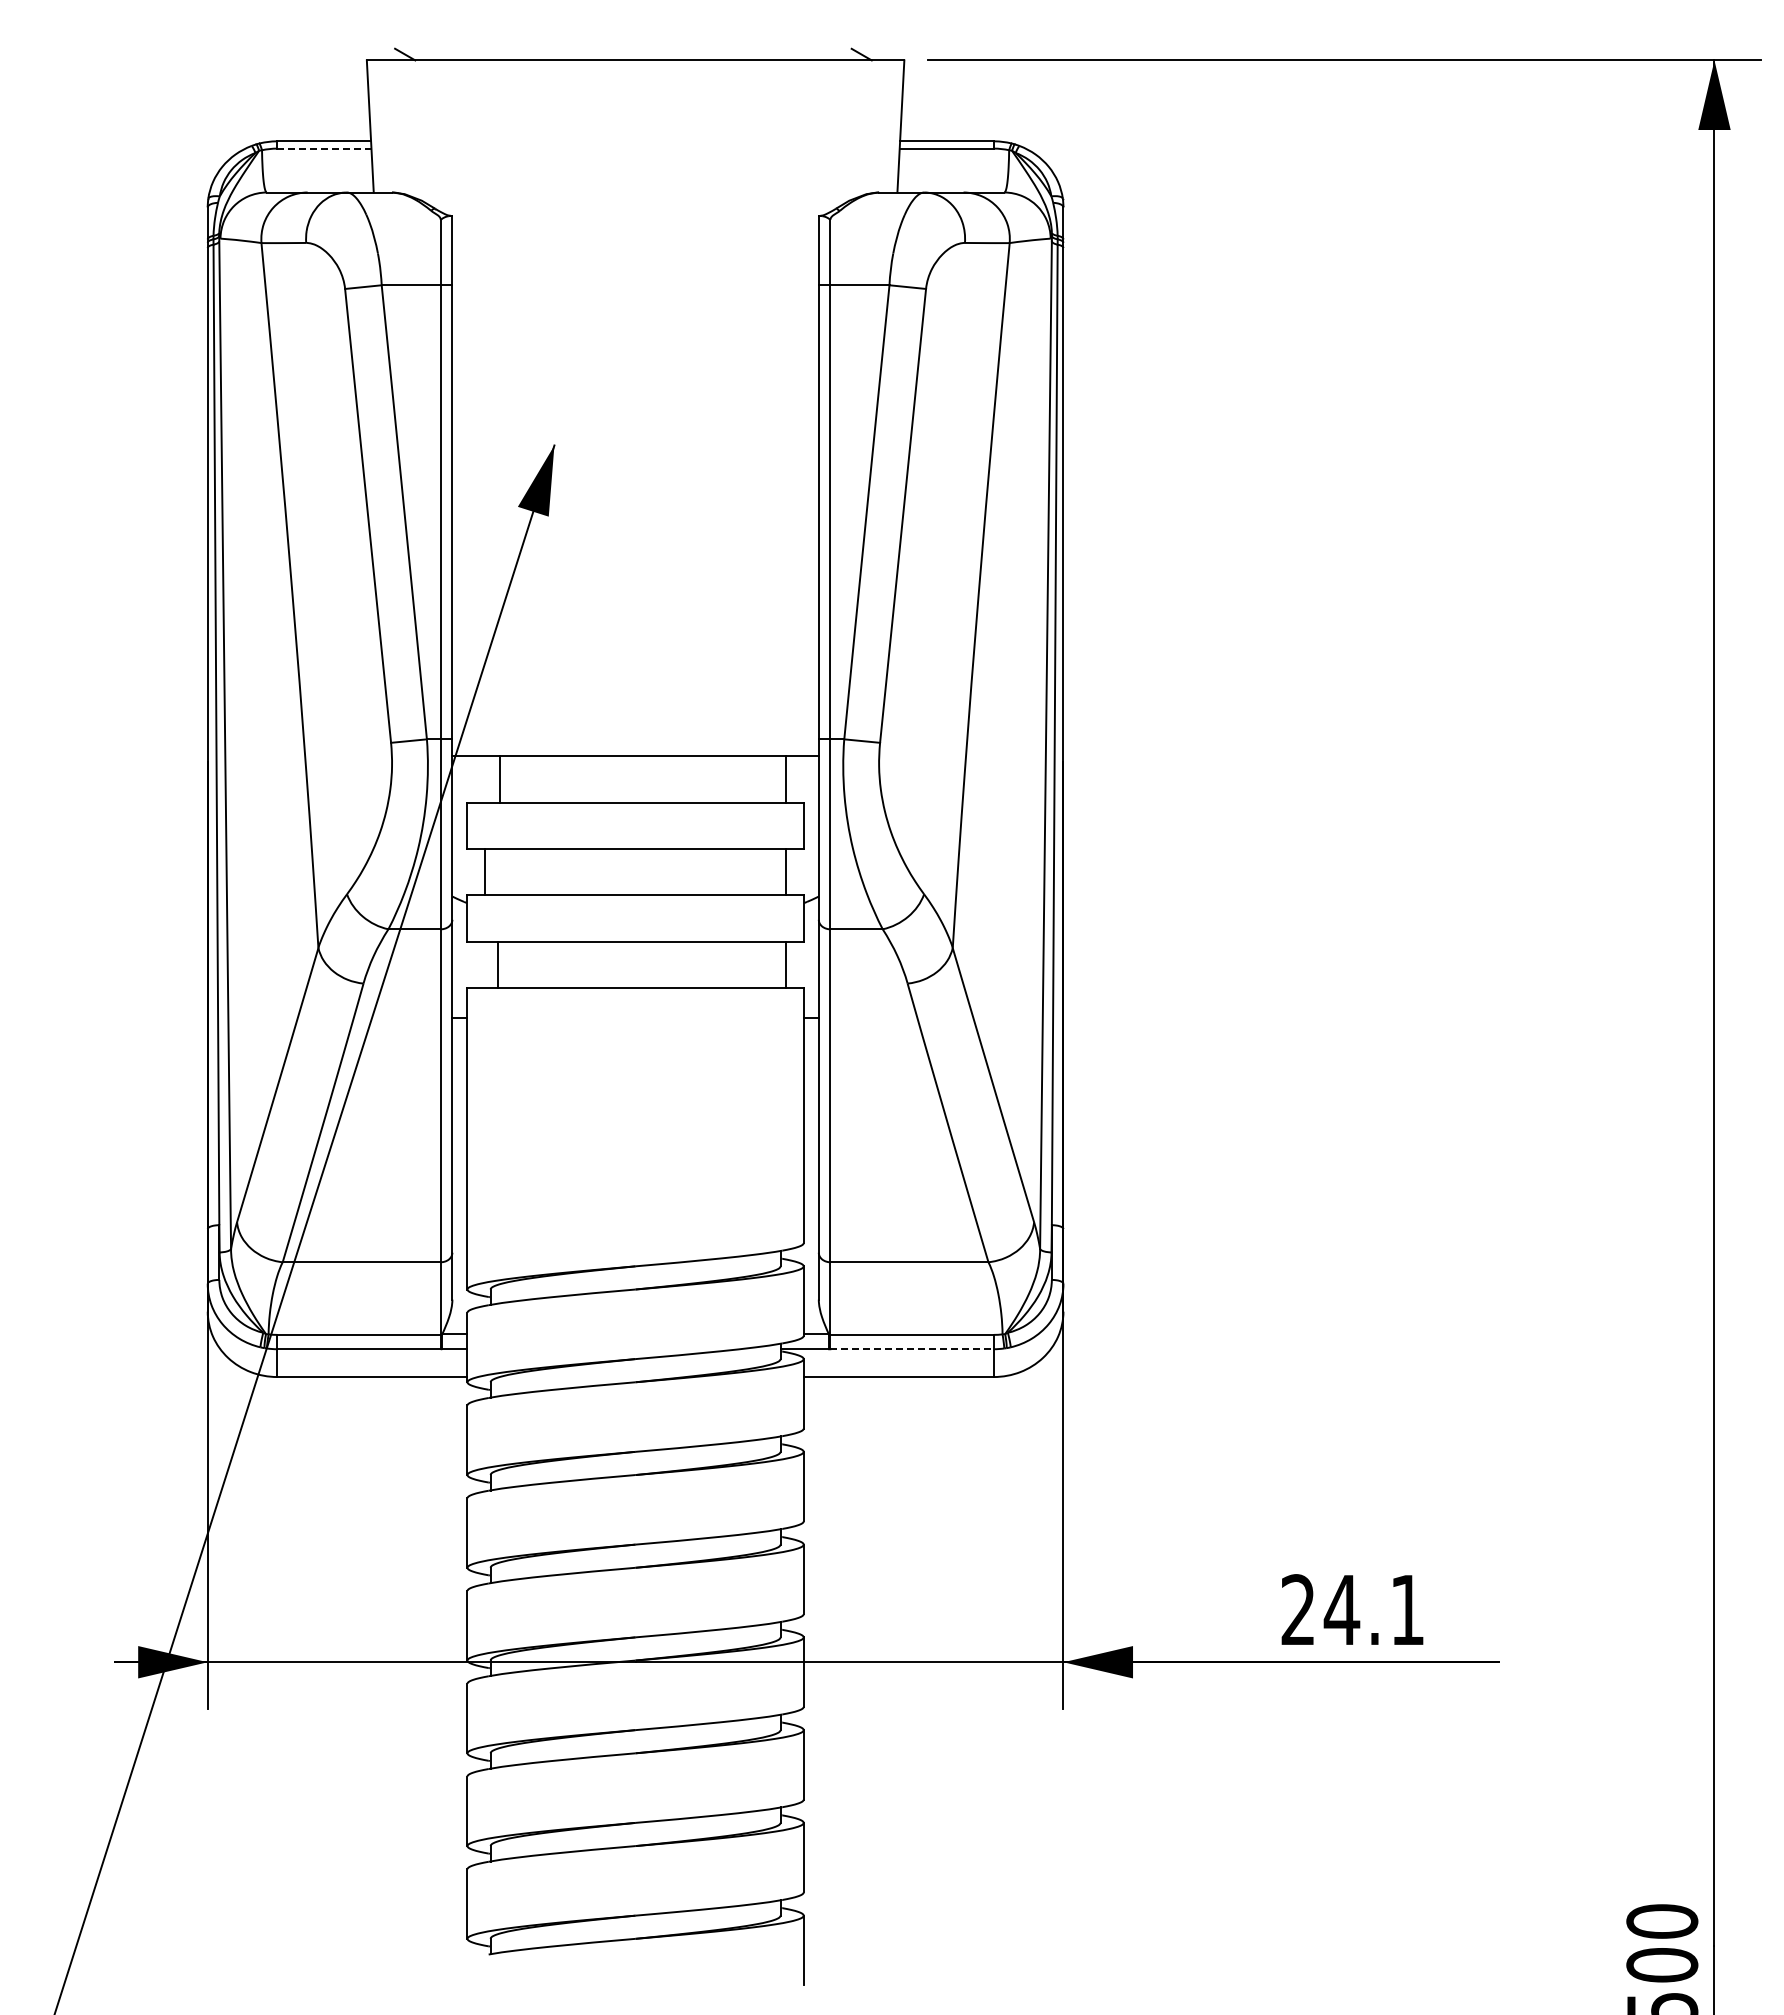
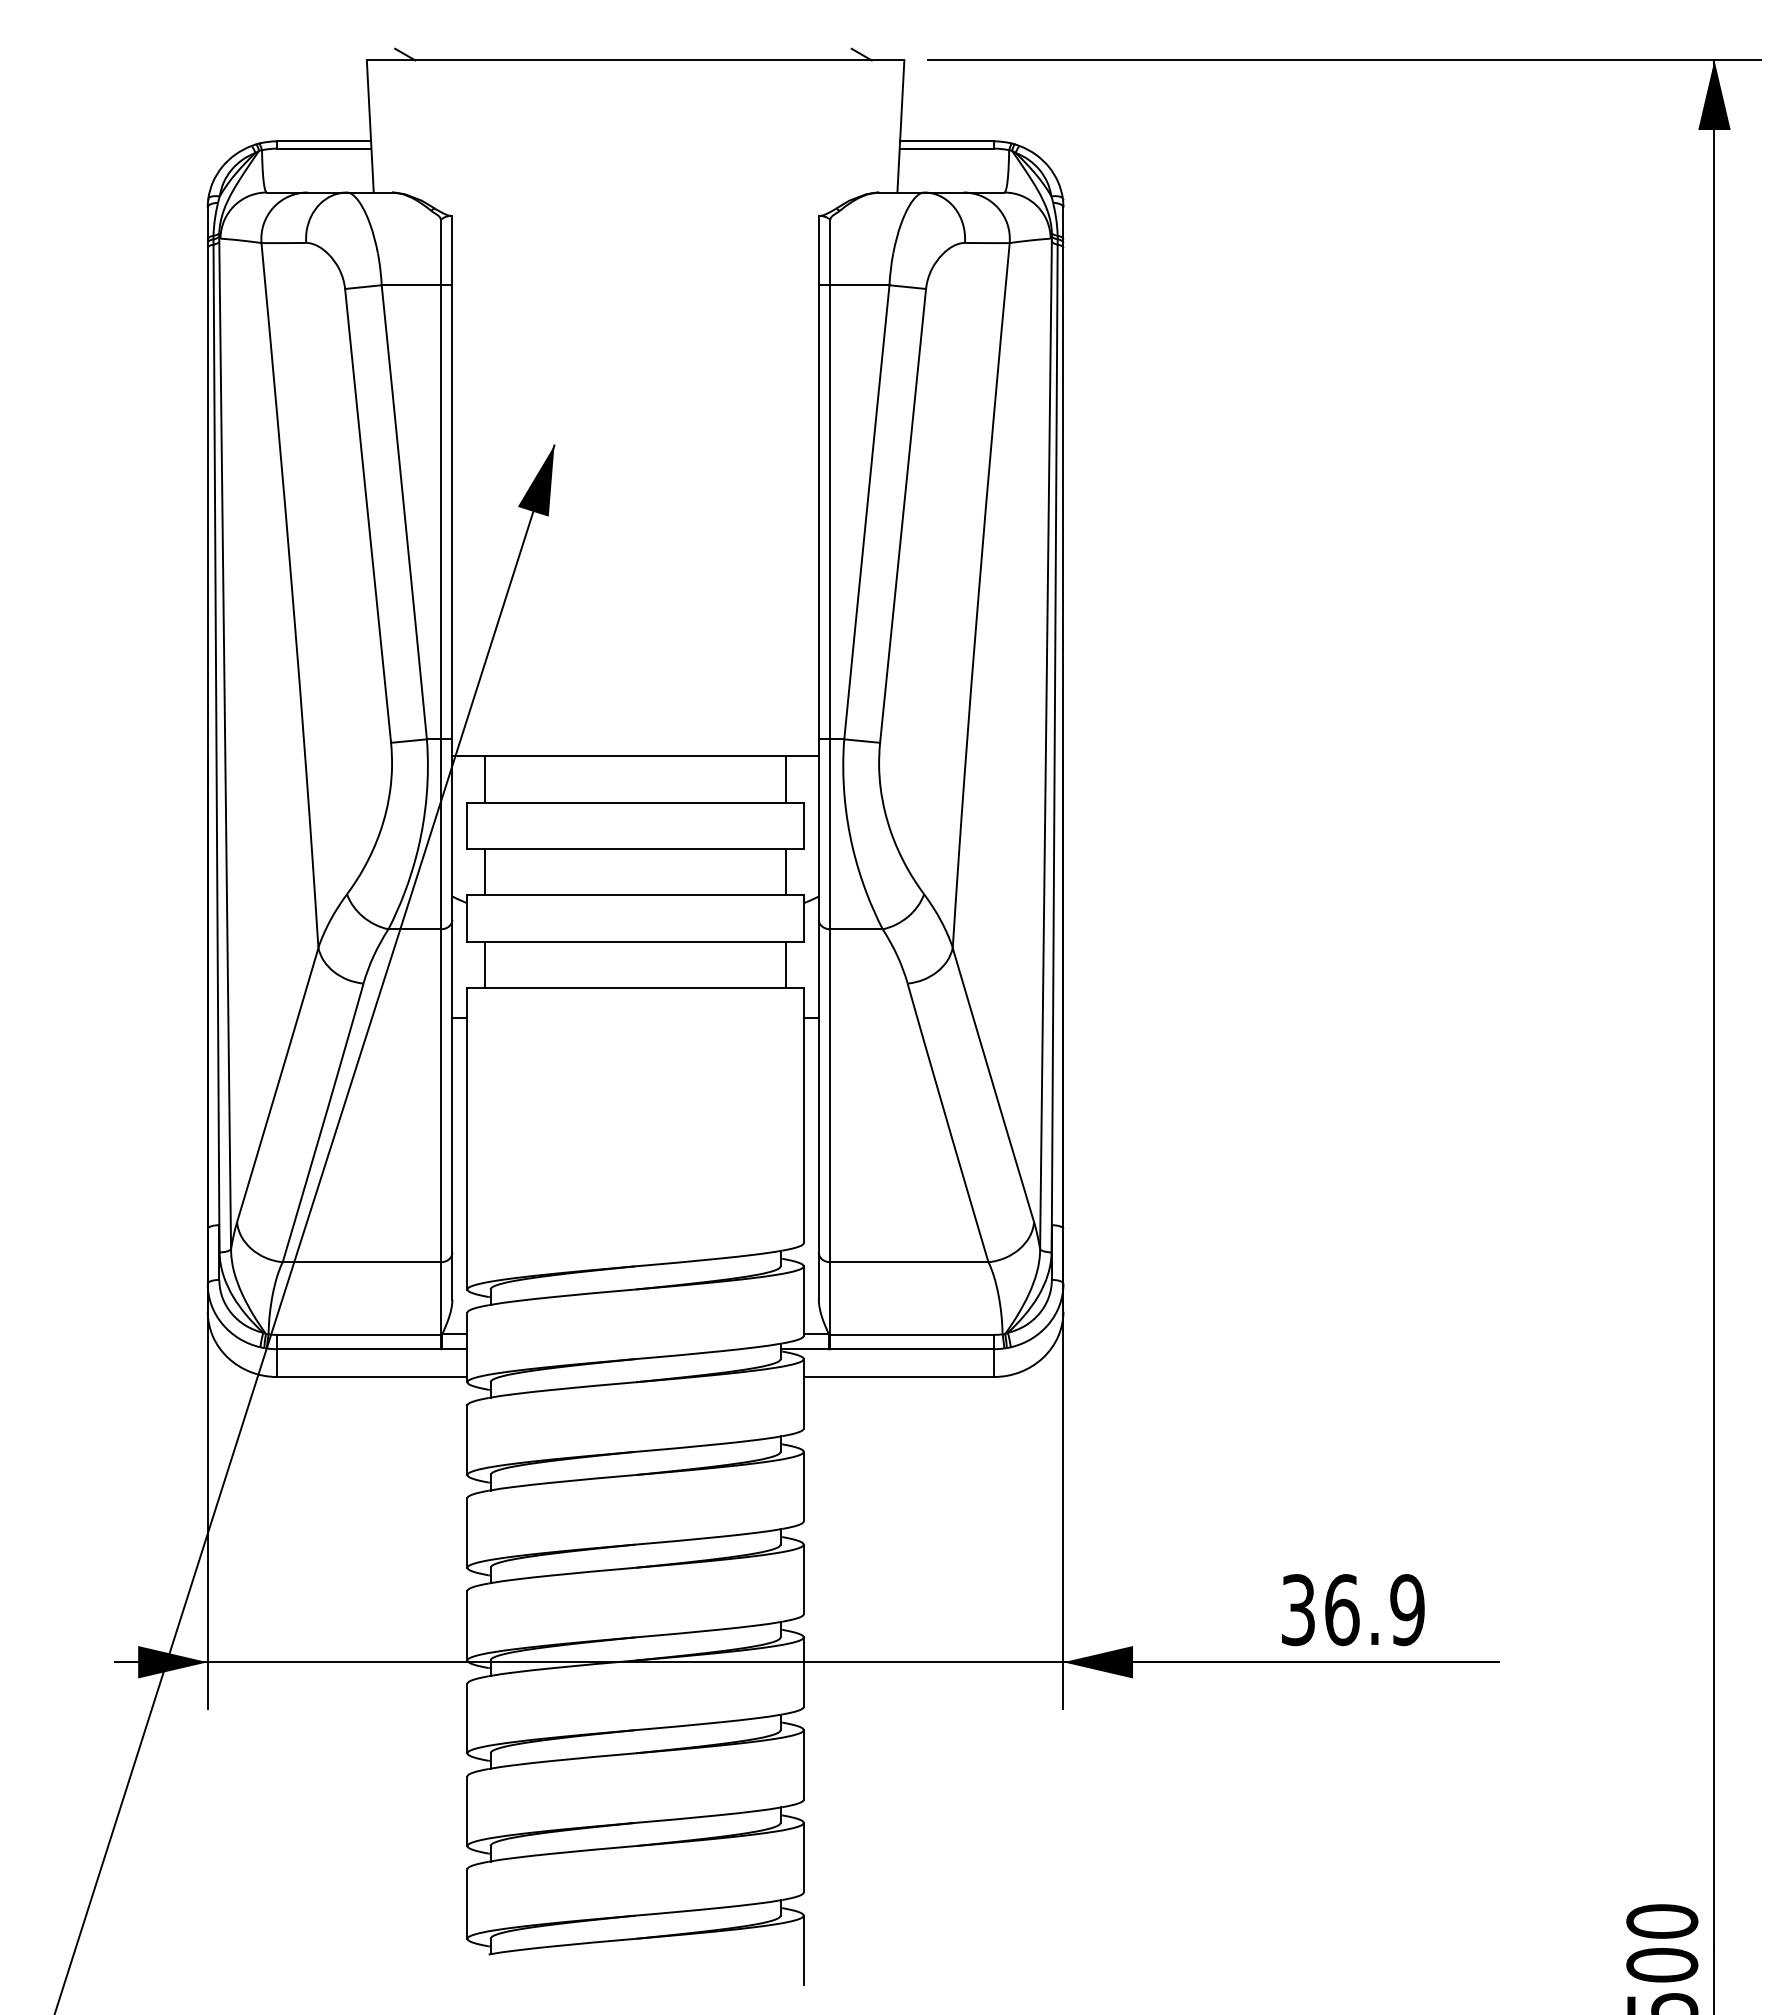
line at (324, 148): dashed -> solid
line at (499, 779) position: (499, 779) -> (484, 779)
line at (497, 964) position: (497, 964) -> (484, 964)
line at (912, 1349): dashed -> solid
text at (1352, 1610): 24.1 -> 36.9
